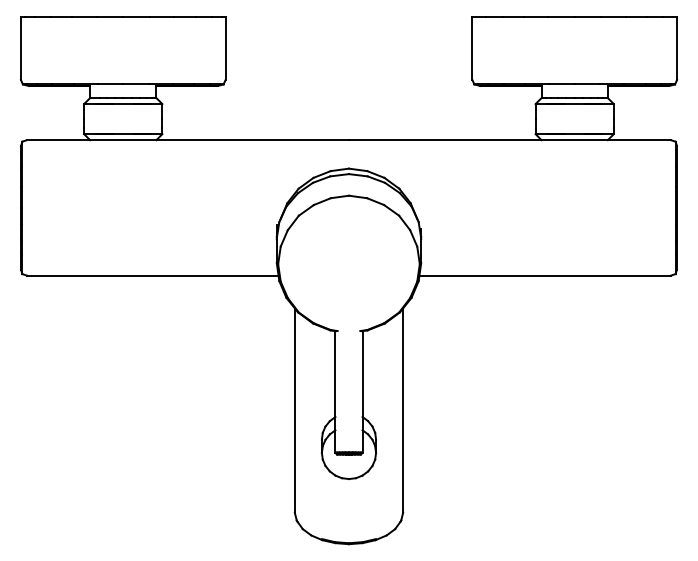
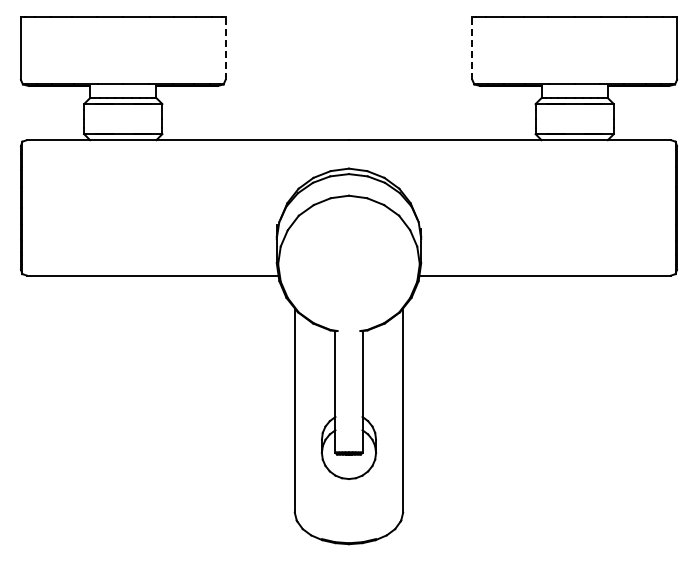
line at (225, 48): solid -> dashed
line at (472, 48): solid -> dashed
